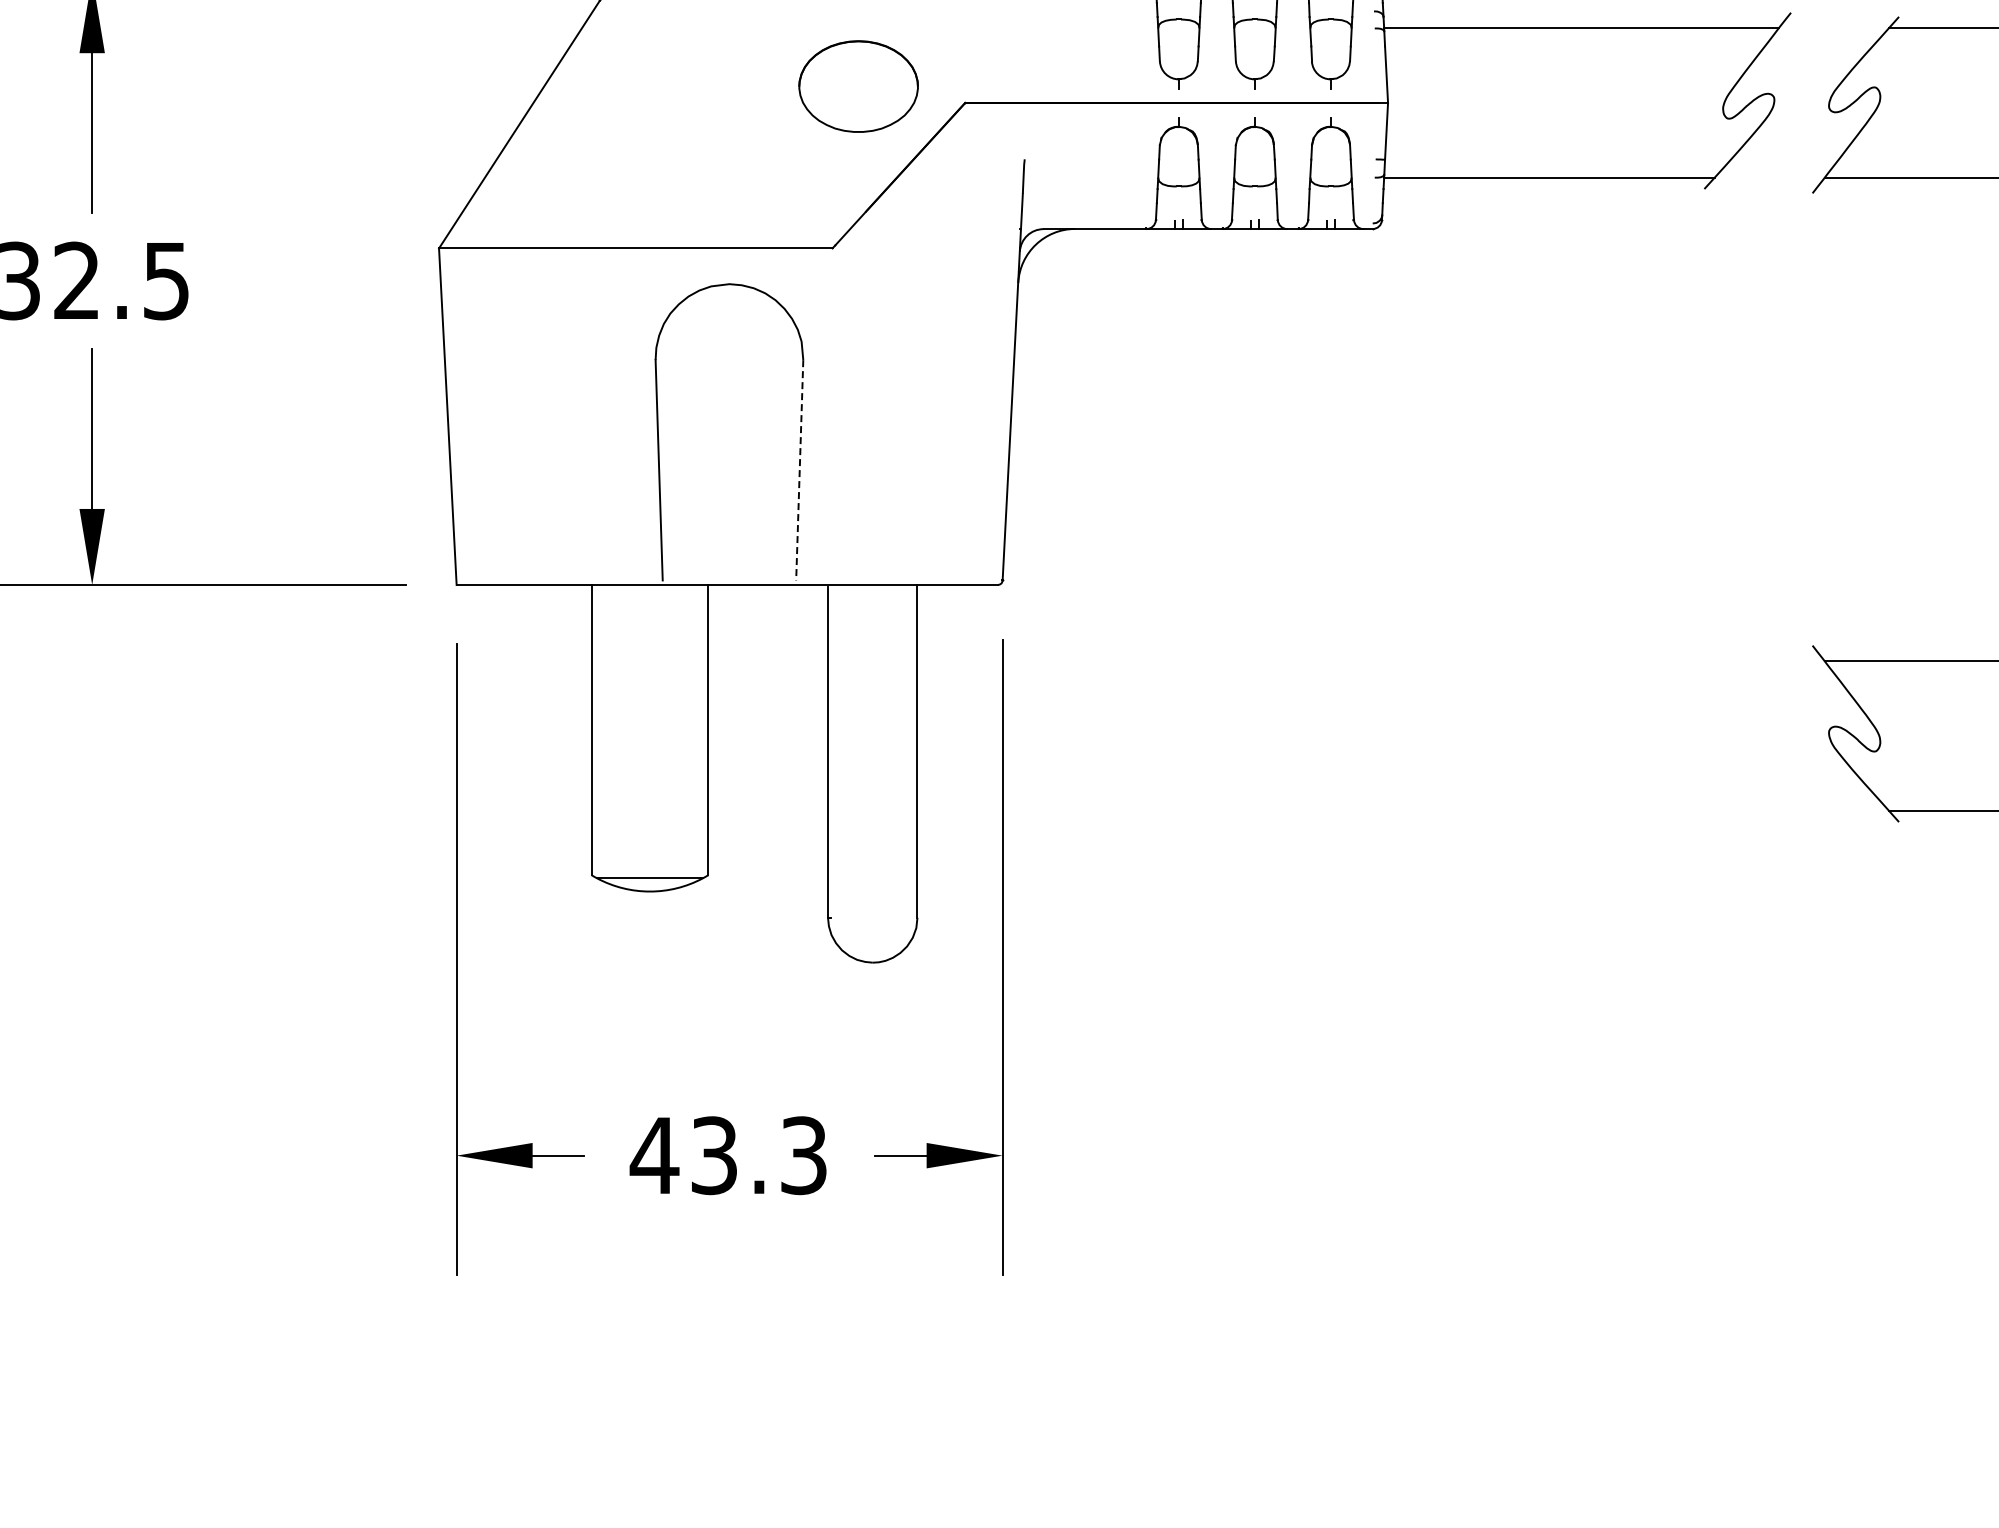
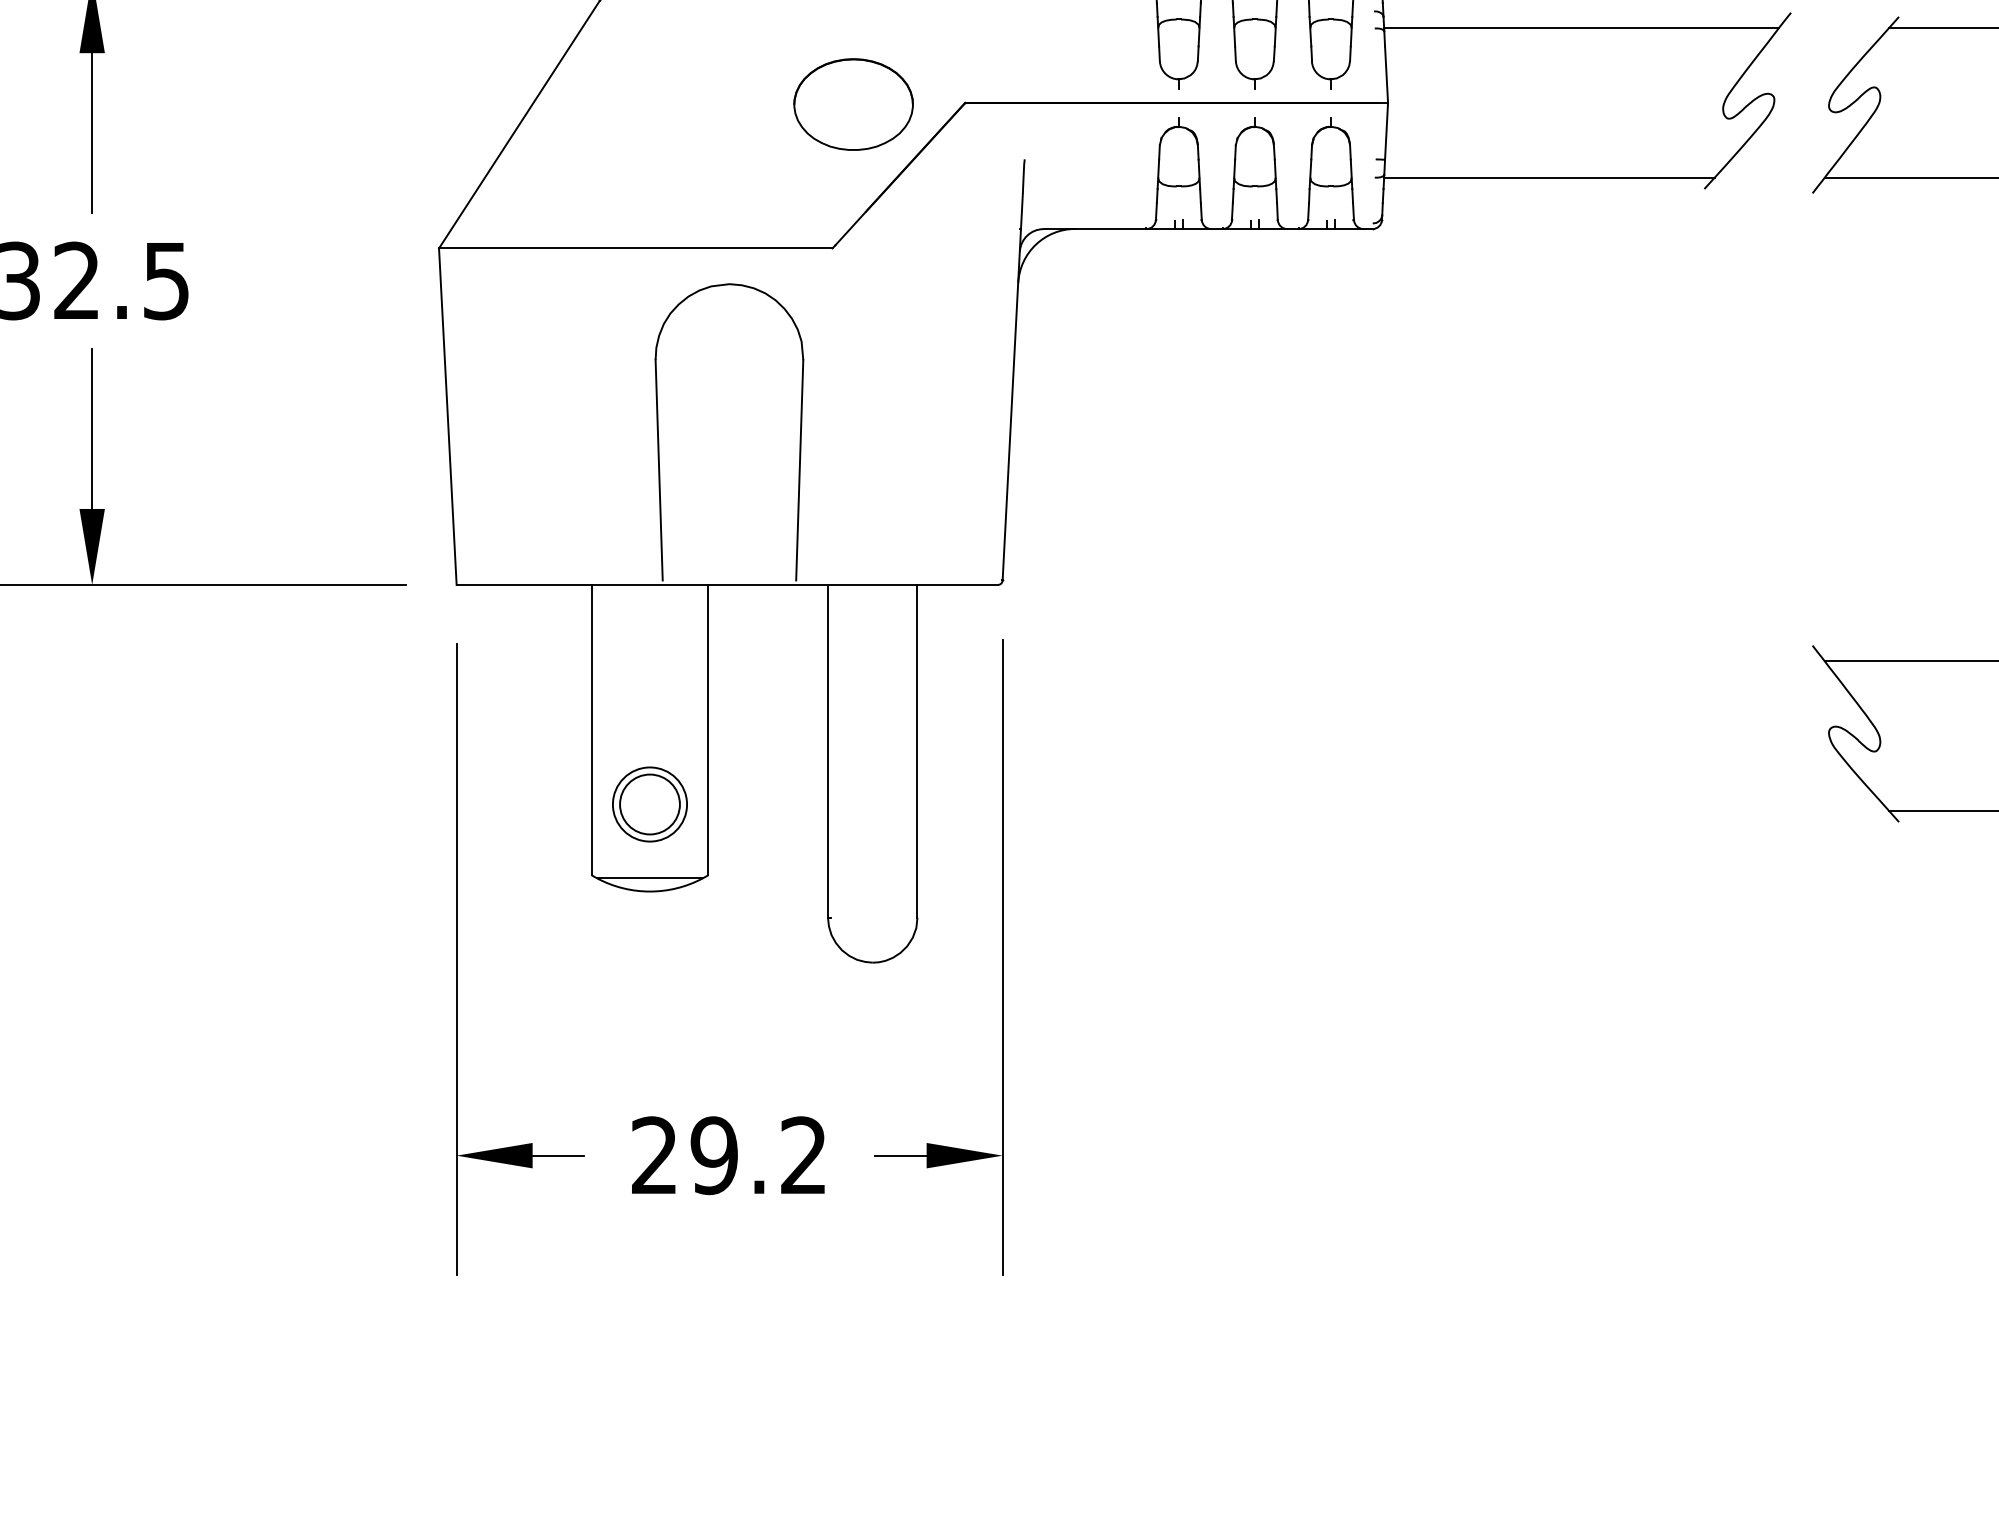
part at (858, 86) position: (858, 86) -> (853, 104)
line at (799, 470): dashed -> solid
part at (649, 804): none -> present
text at (727, 1155): 43.3 -> 29.2
